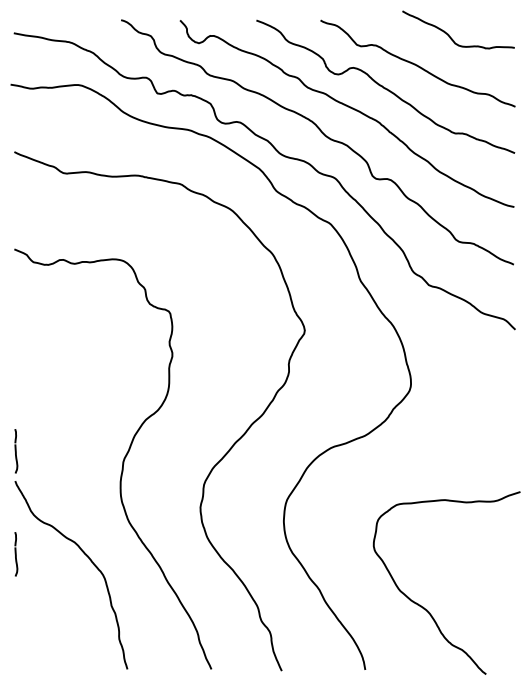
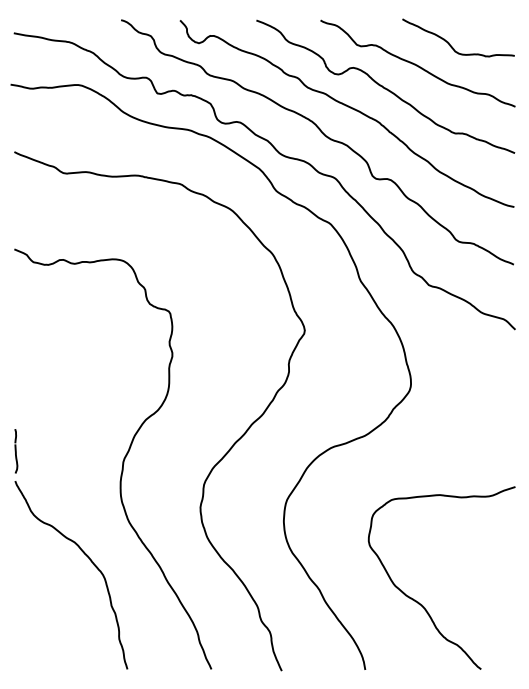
curve at (449, 34) position: (449, 34) -> (449, 42)
part at (16, 554): present -> none
curve at (427, 609) position: (427, 609) -> (422, 604)
